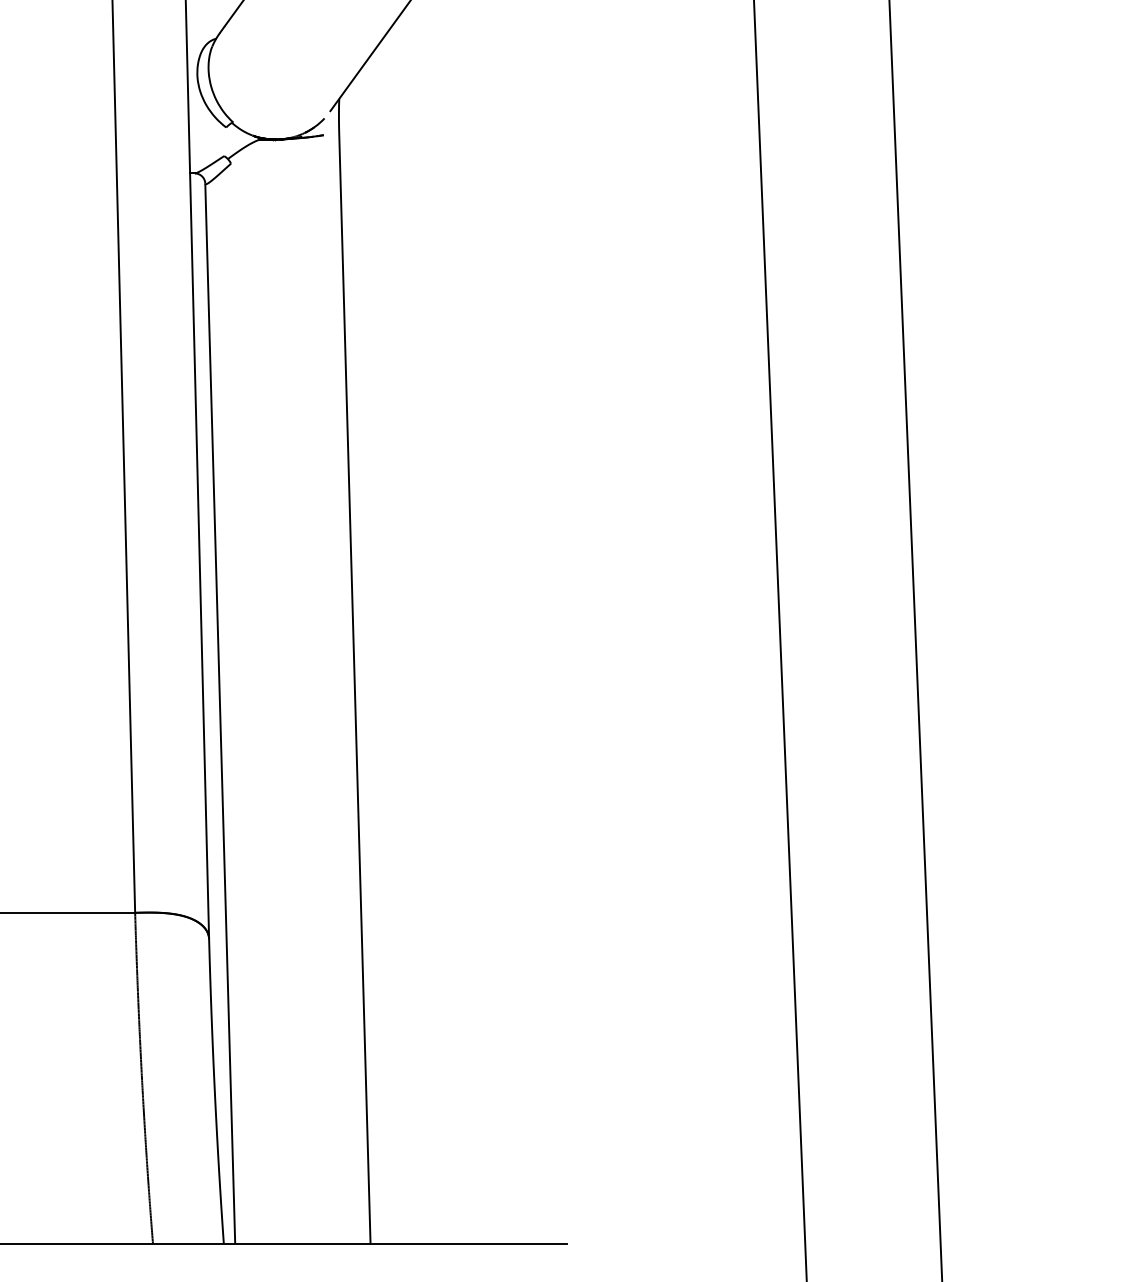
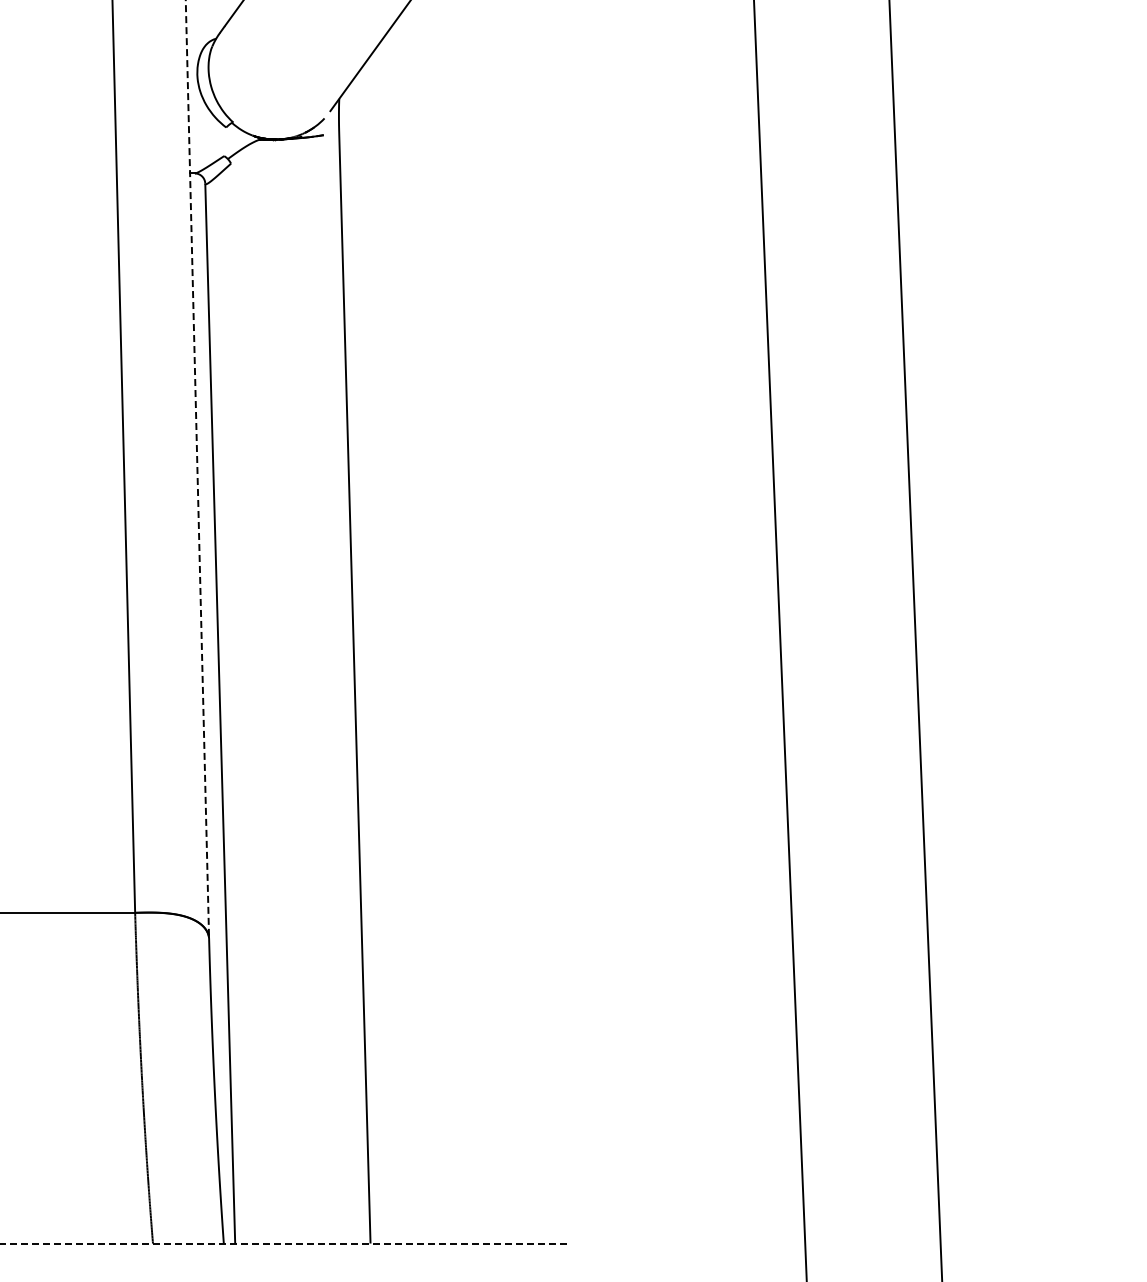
line at (197, 469): solid -> dashed
line at (283, 1243): solid -> dashed
